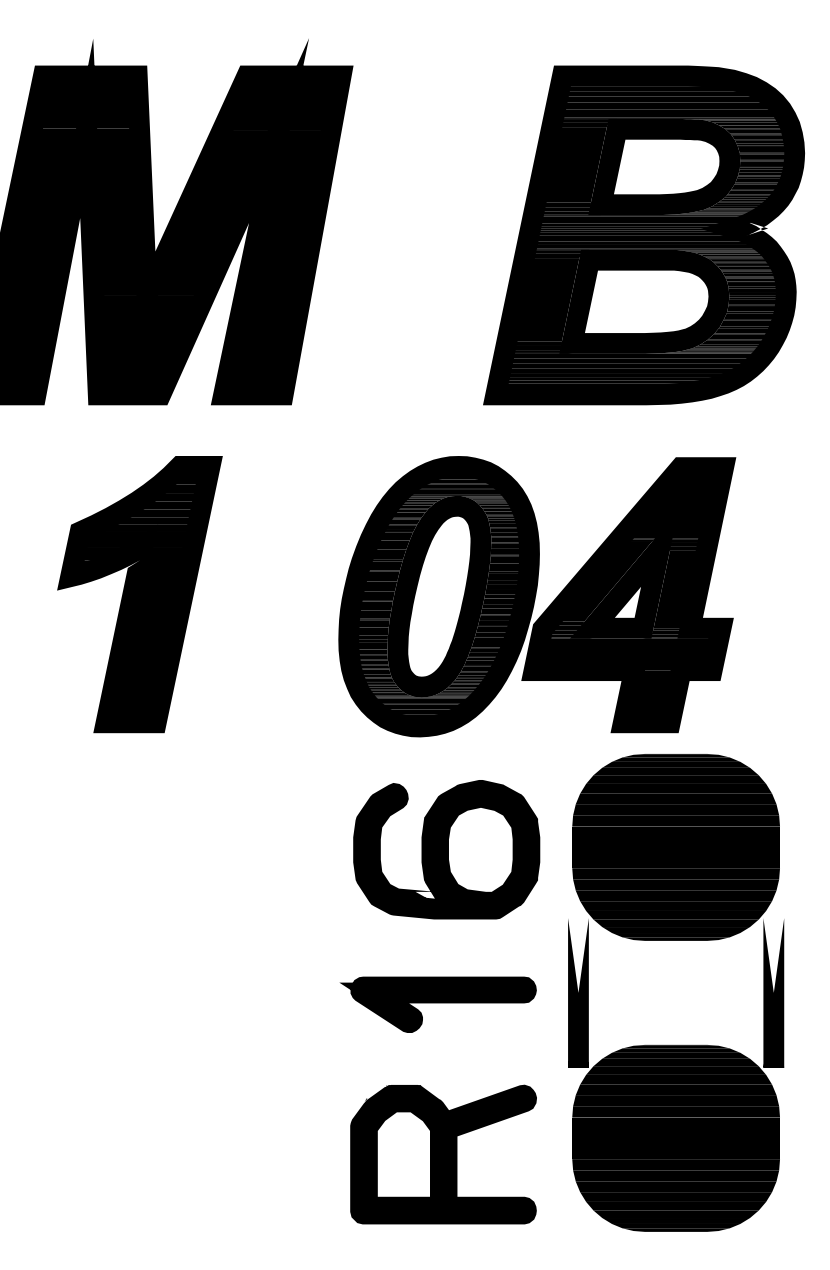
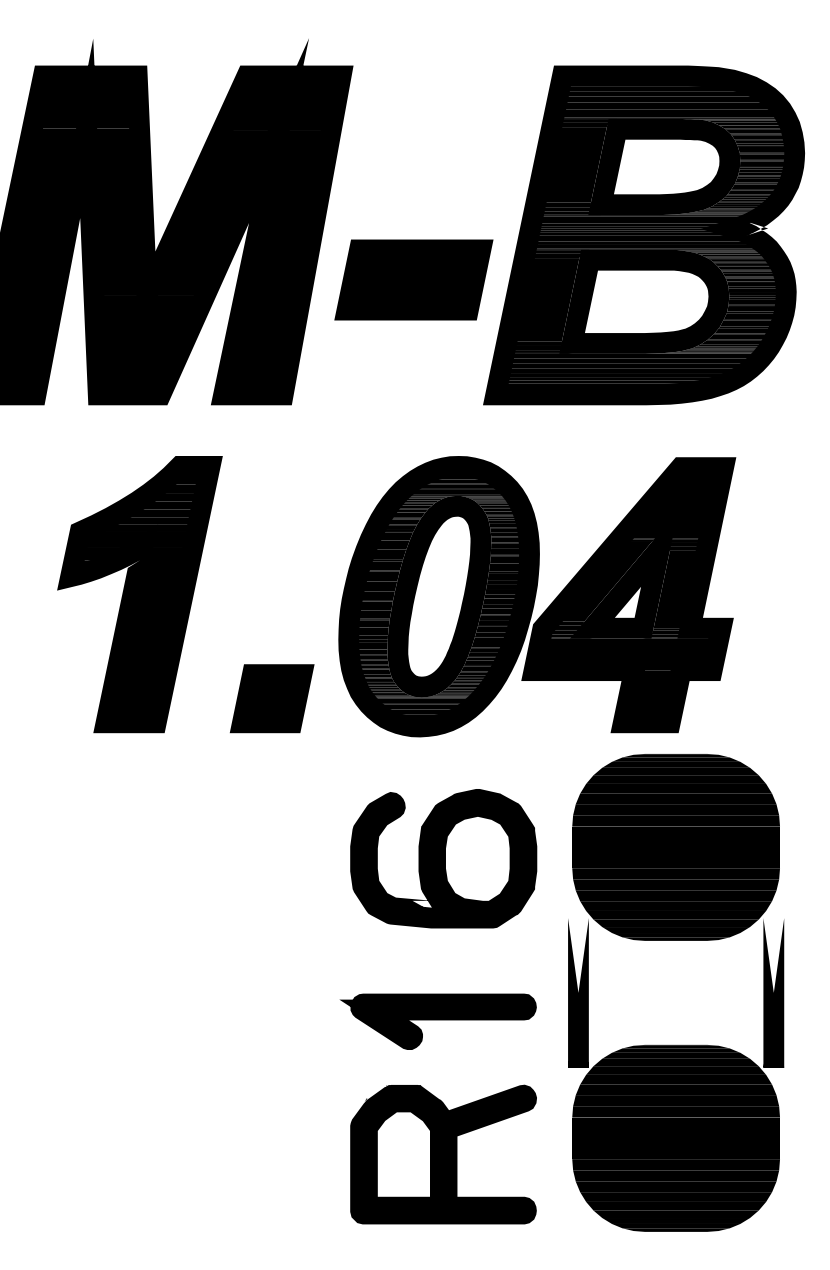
part at (413, 279): none -> present
part at (271, 698): none -> present
part at (446, 849) position: (446, 849) -> (443, 858)
part at (437, 1004) position: (437, 1004) -> (437, 1021)
